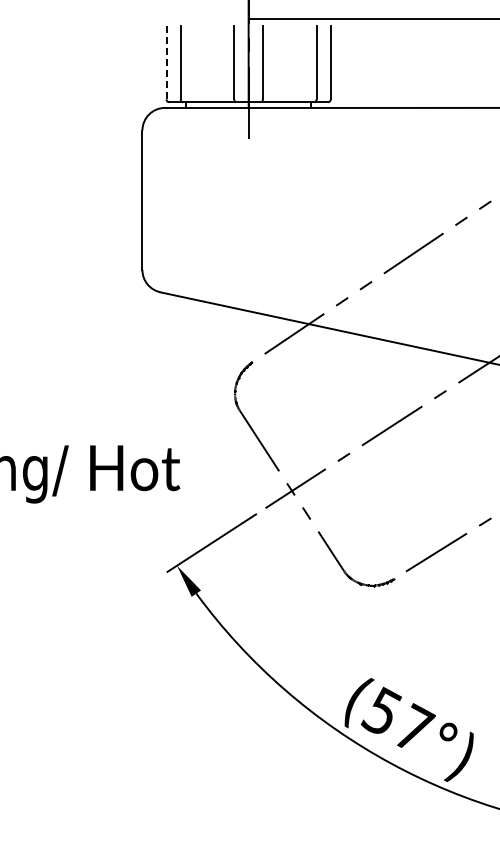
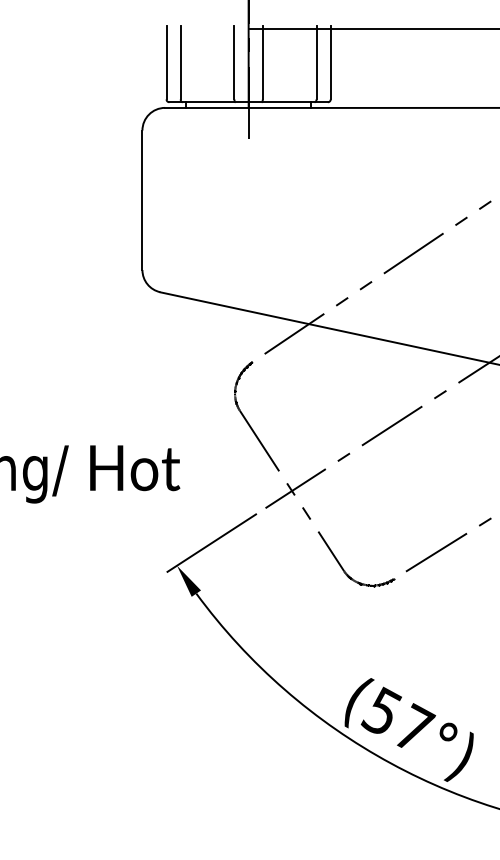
line at (372, 19) position: (372, 19) -> (372, 29)
line at (166, 62): dashed -> solid
